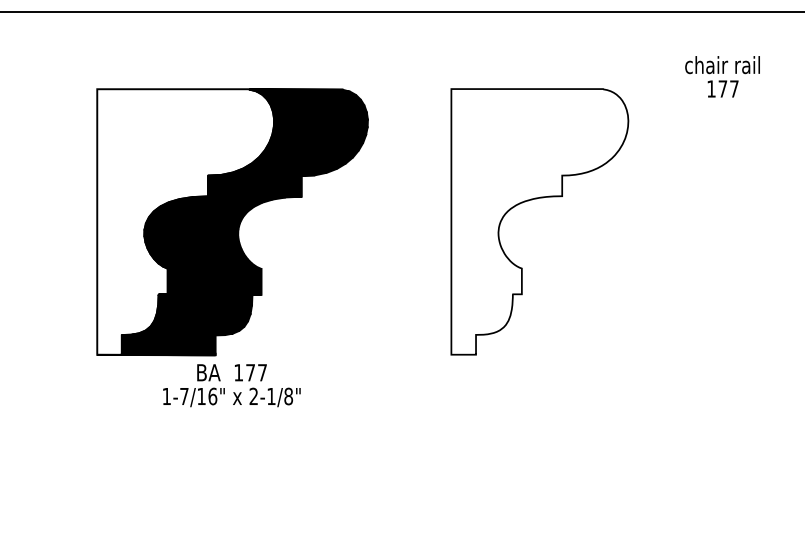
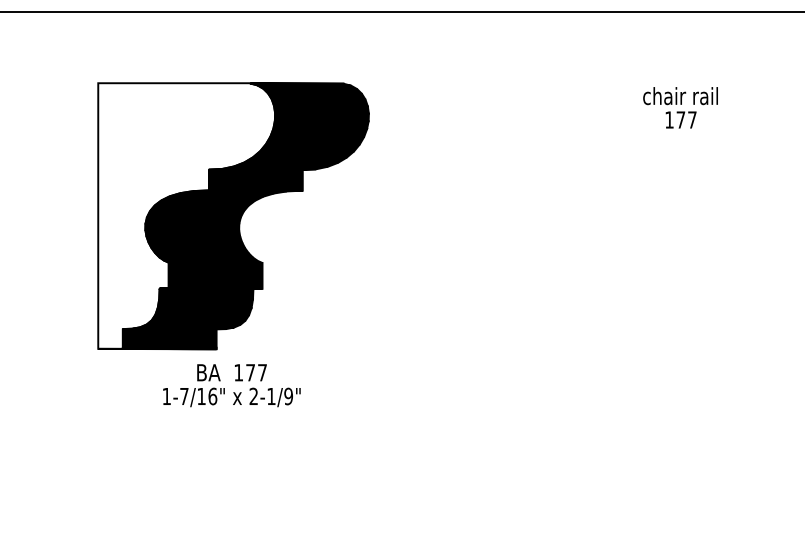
text at (722, 76) position: (722, 76) -> (680, 107)
part at (532, 200): present -> none
part at (232, 222) position: (232, 222) -> (233, 216)
text at (288, 396): 2-1/8" -> 2-1/9"
